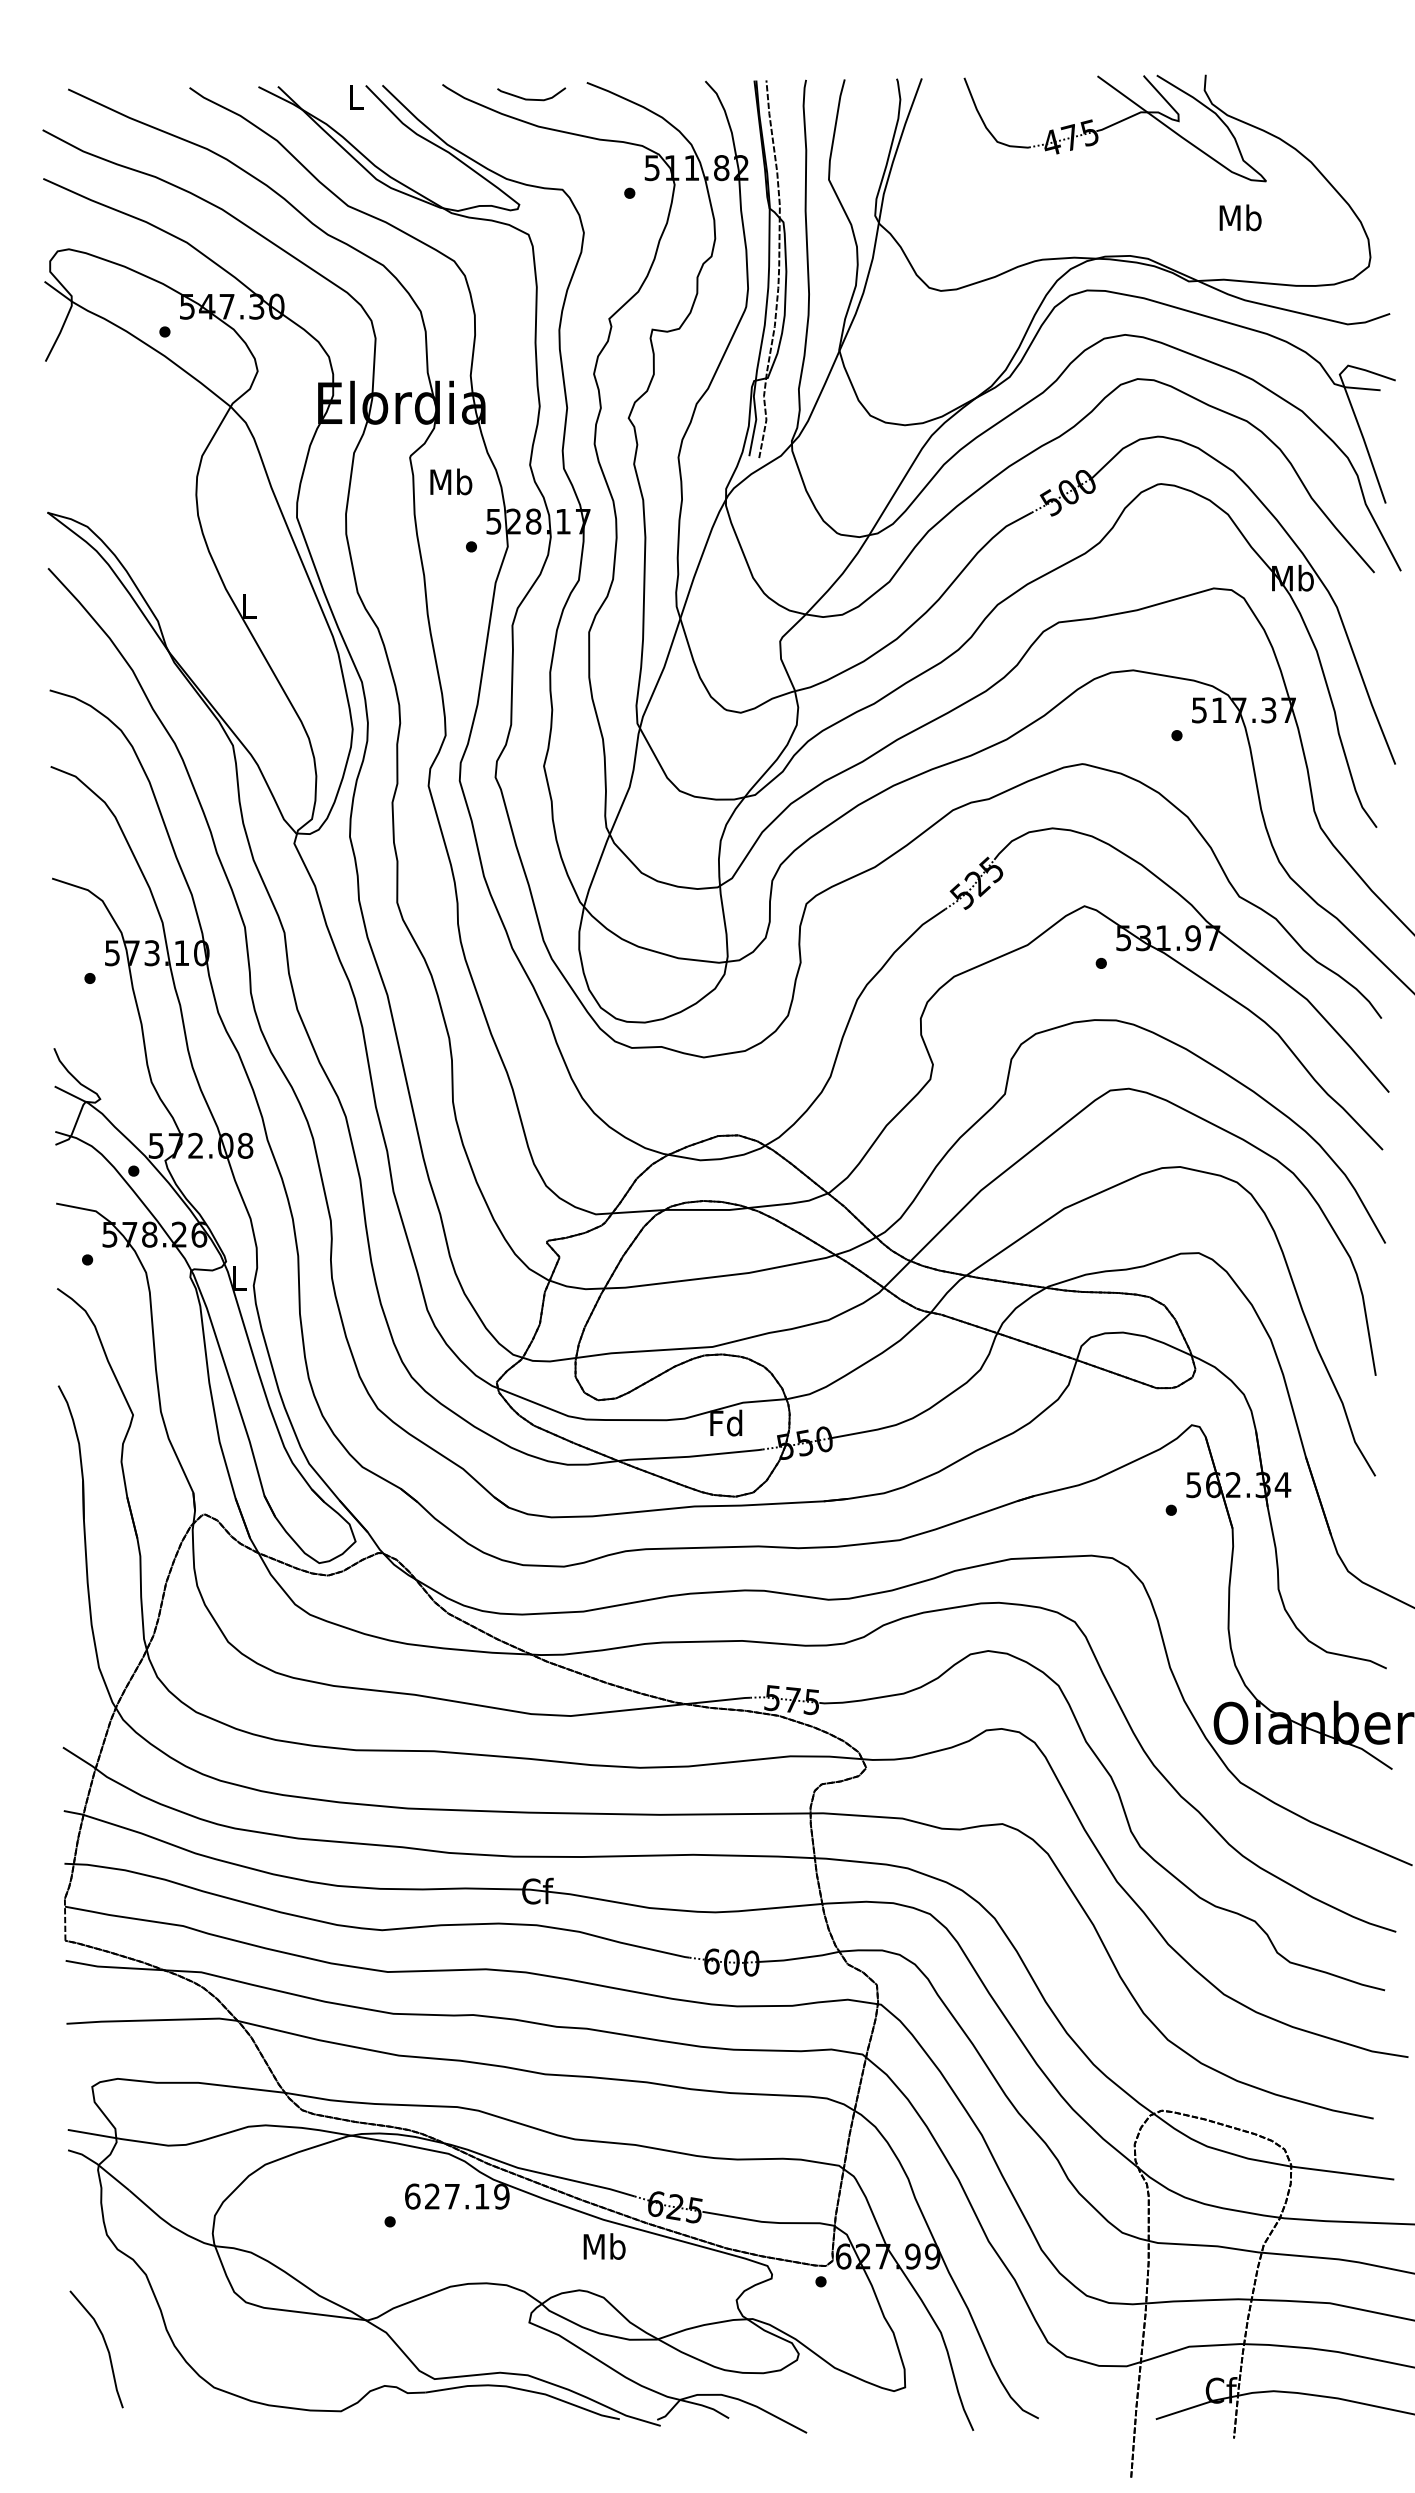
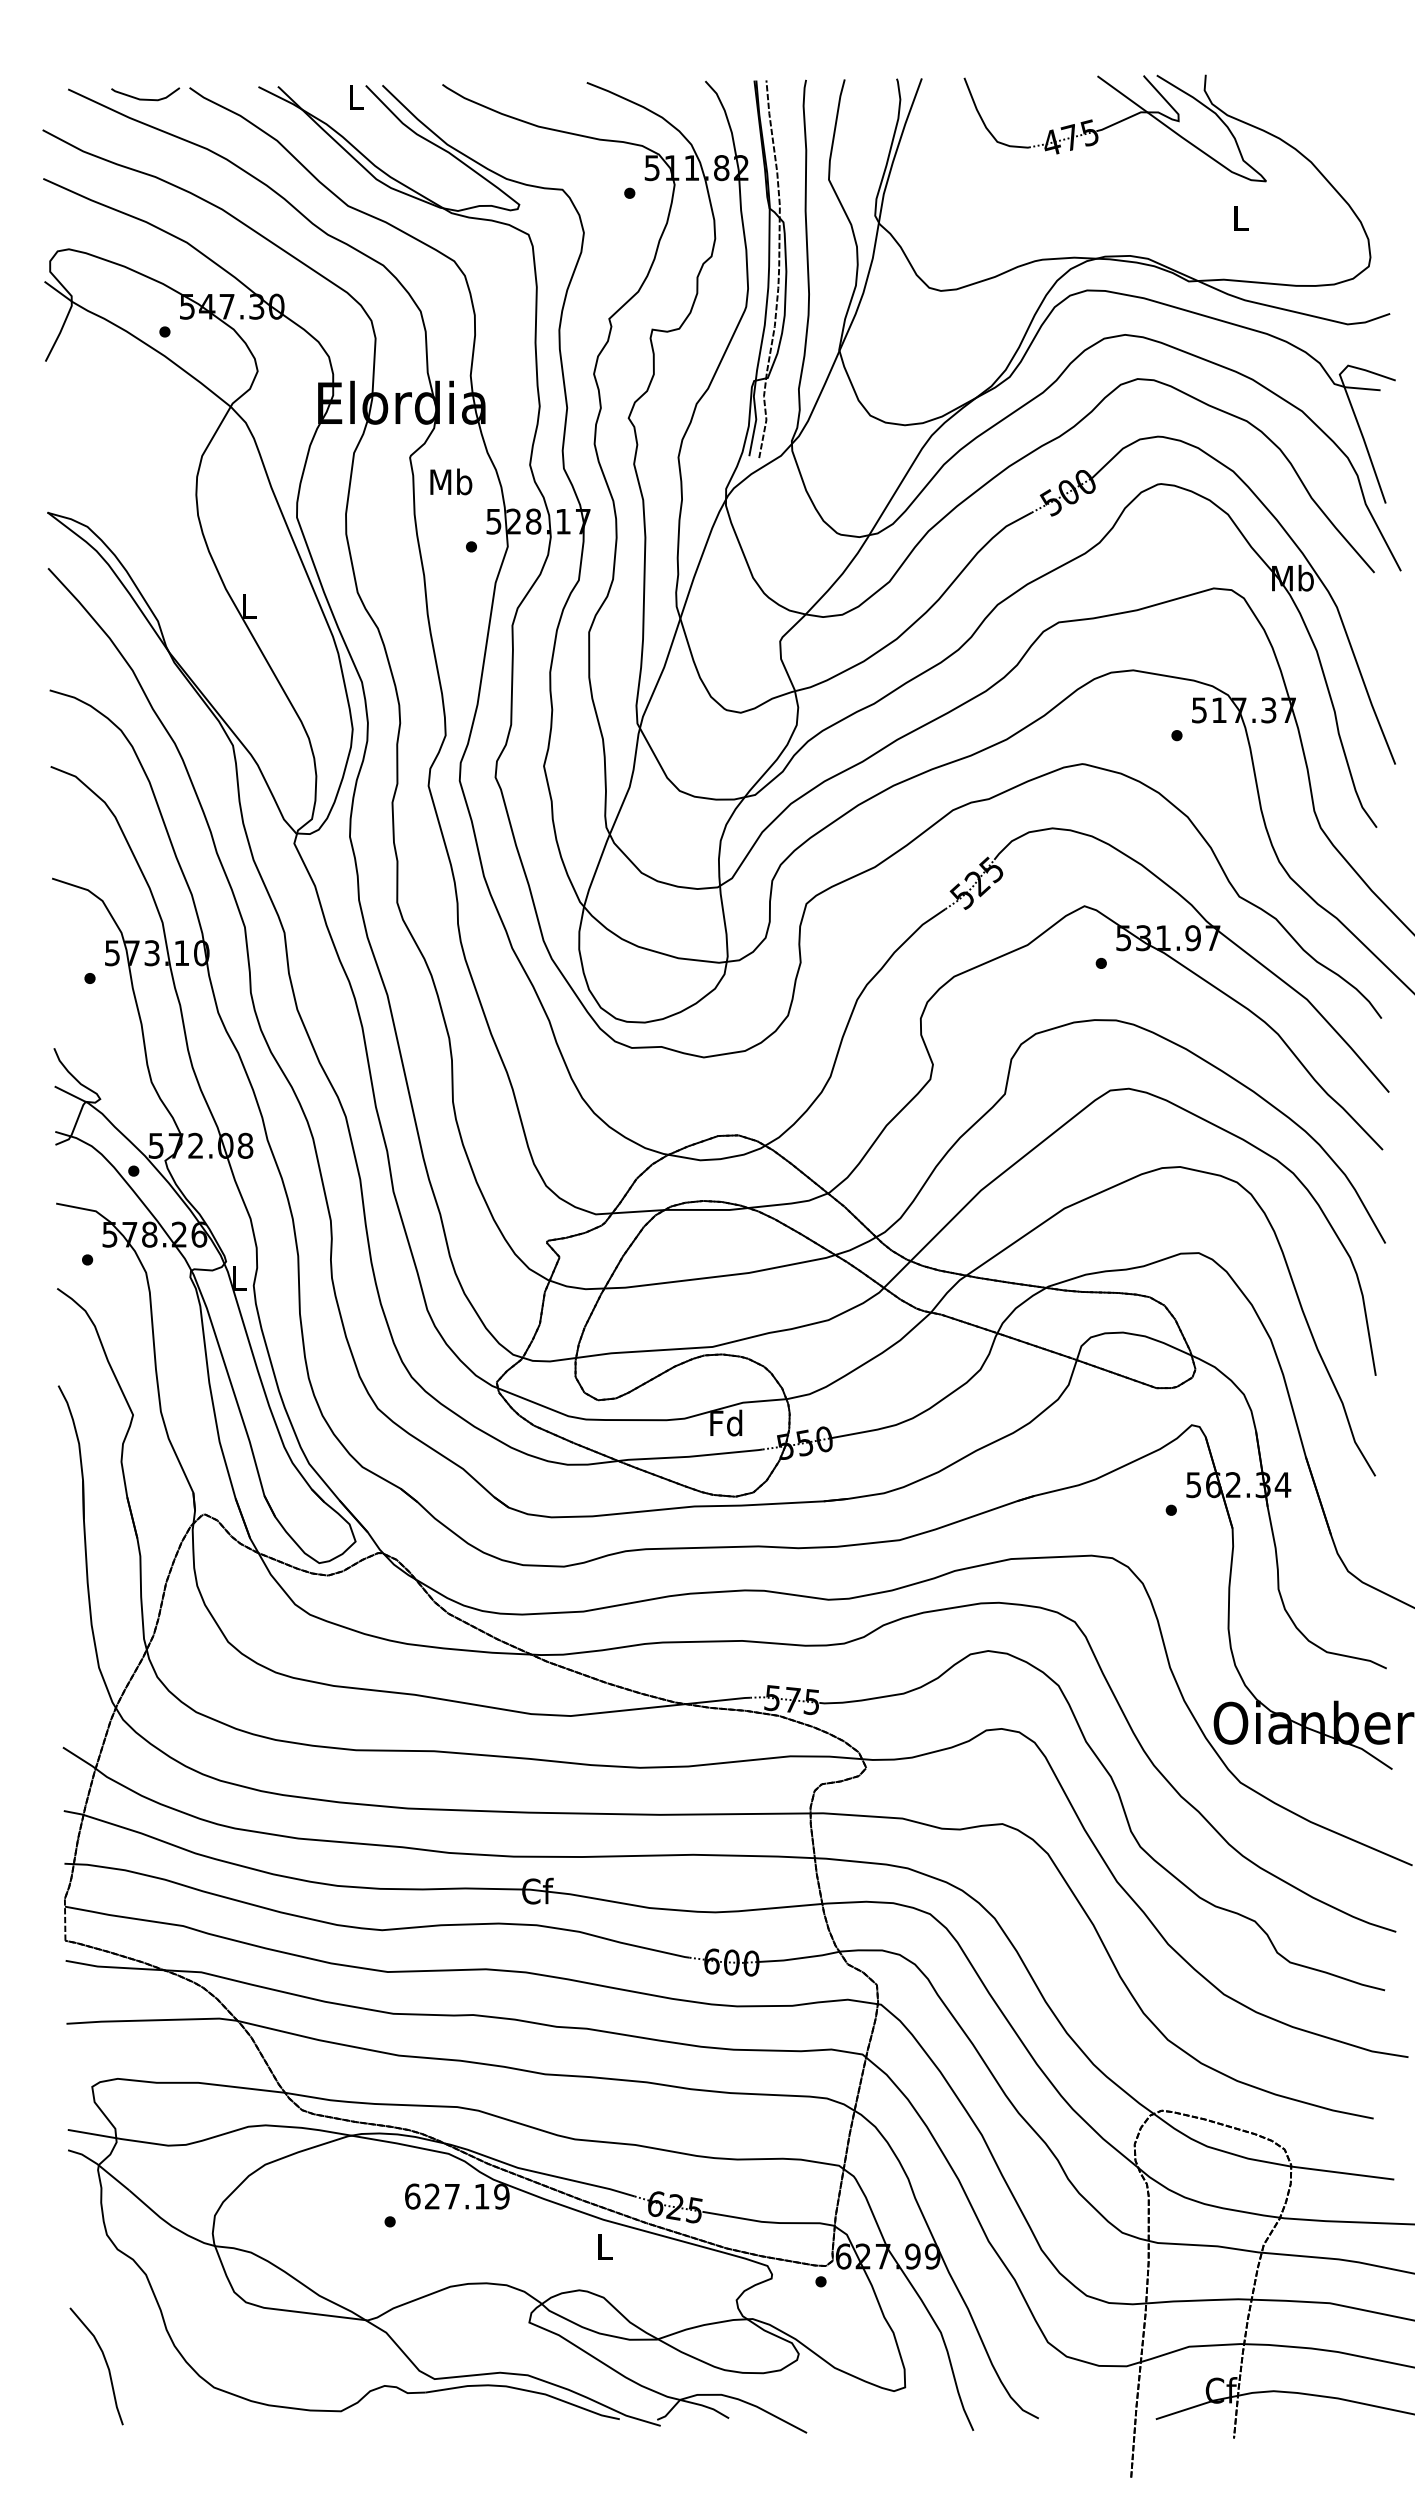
curve at (531, 98) position: (531, 98) -> (145, 98)
text at (1240, 217): Mb -> L
text at (604, 2246): Mb -> L
curve at (105, 2346) position: (105, 2346) -> (105, 2363)
